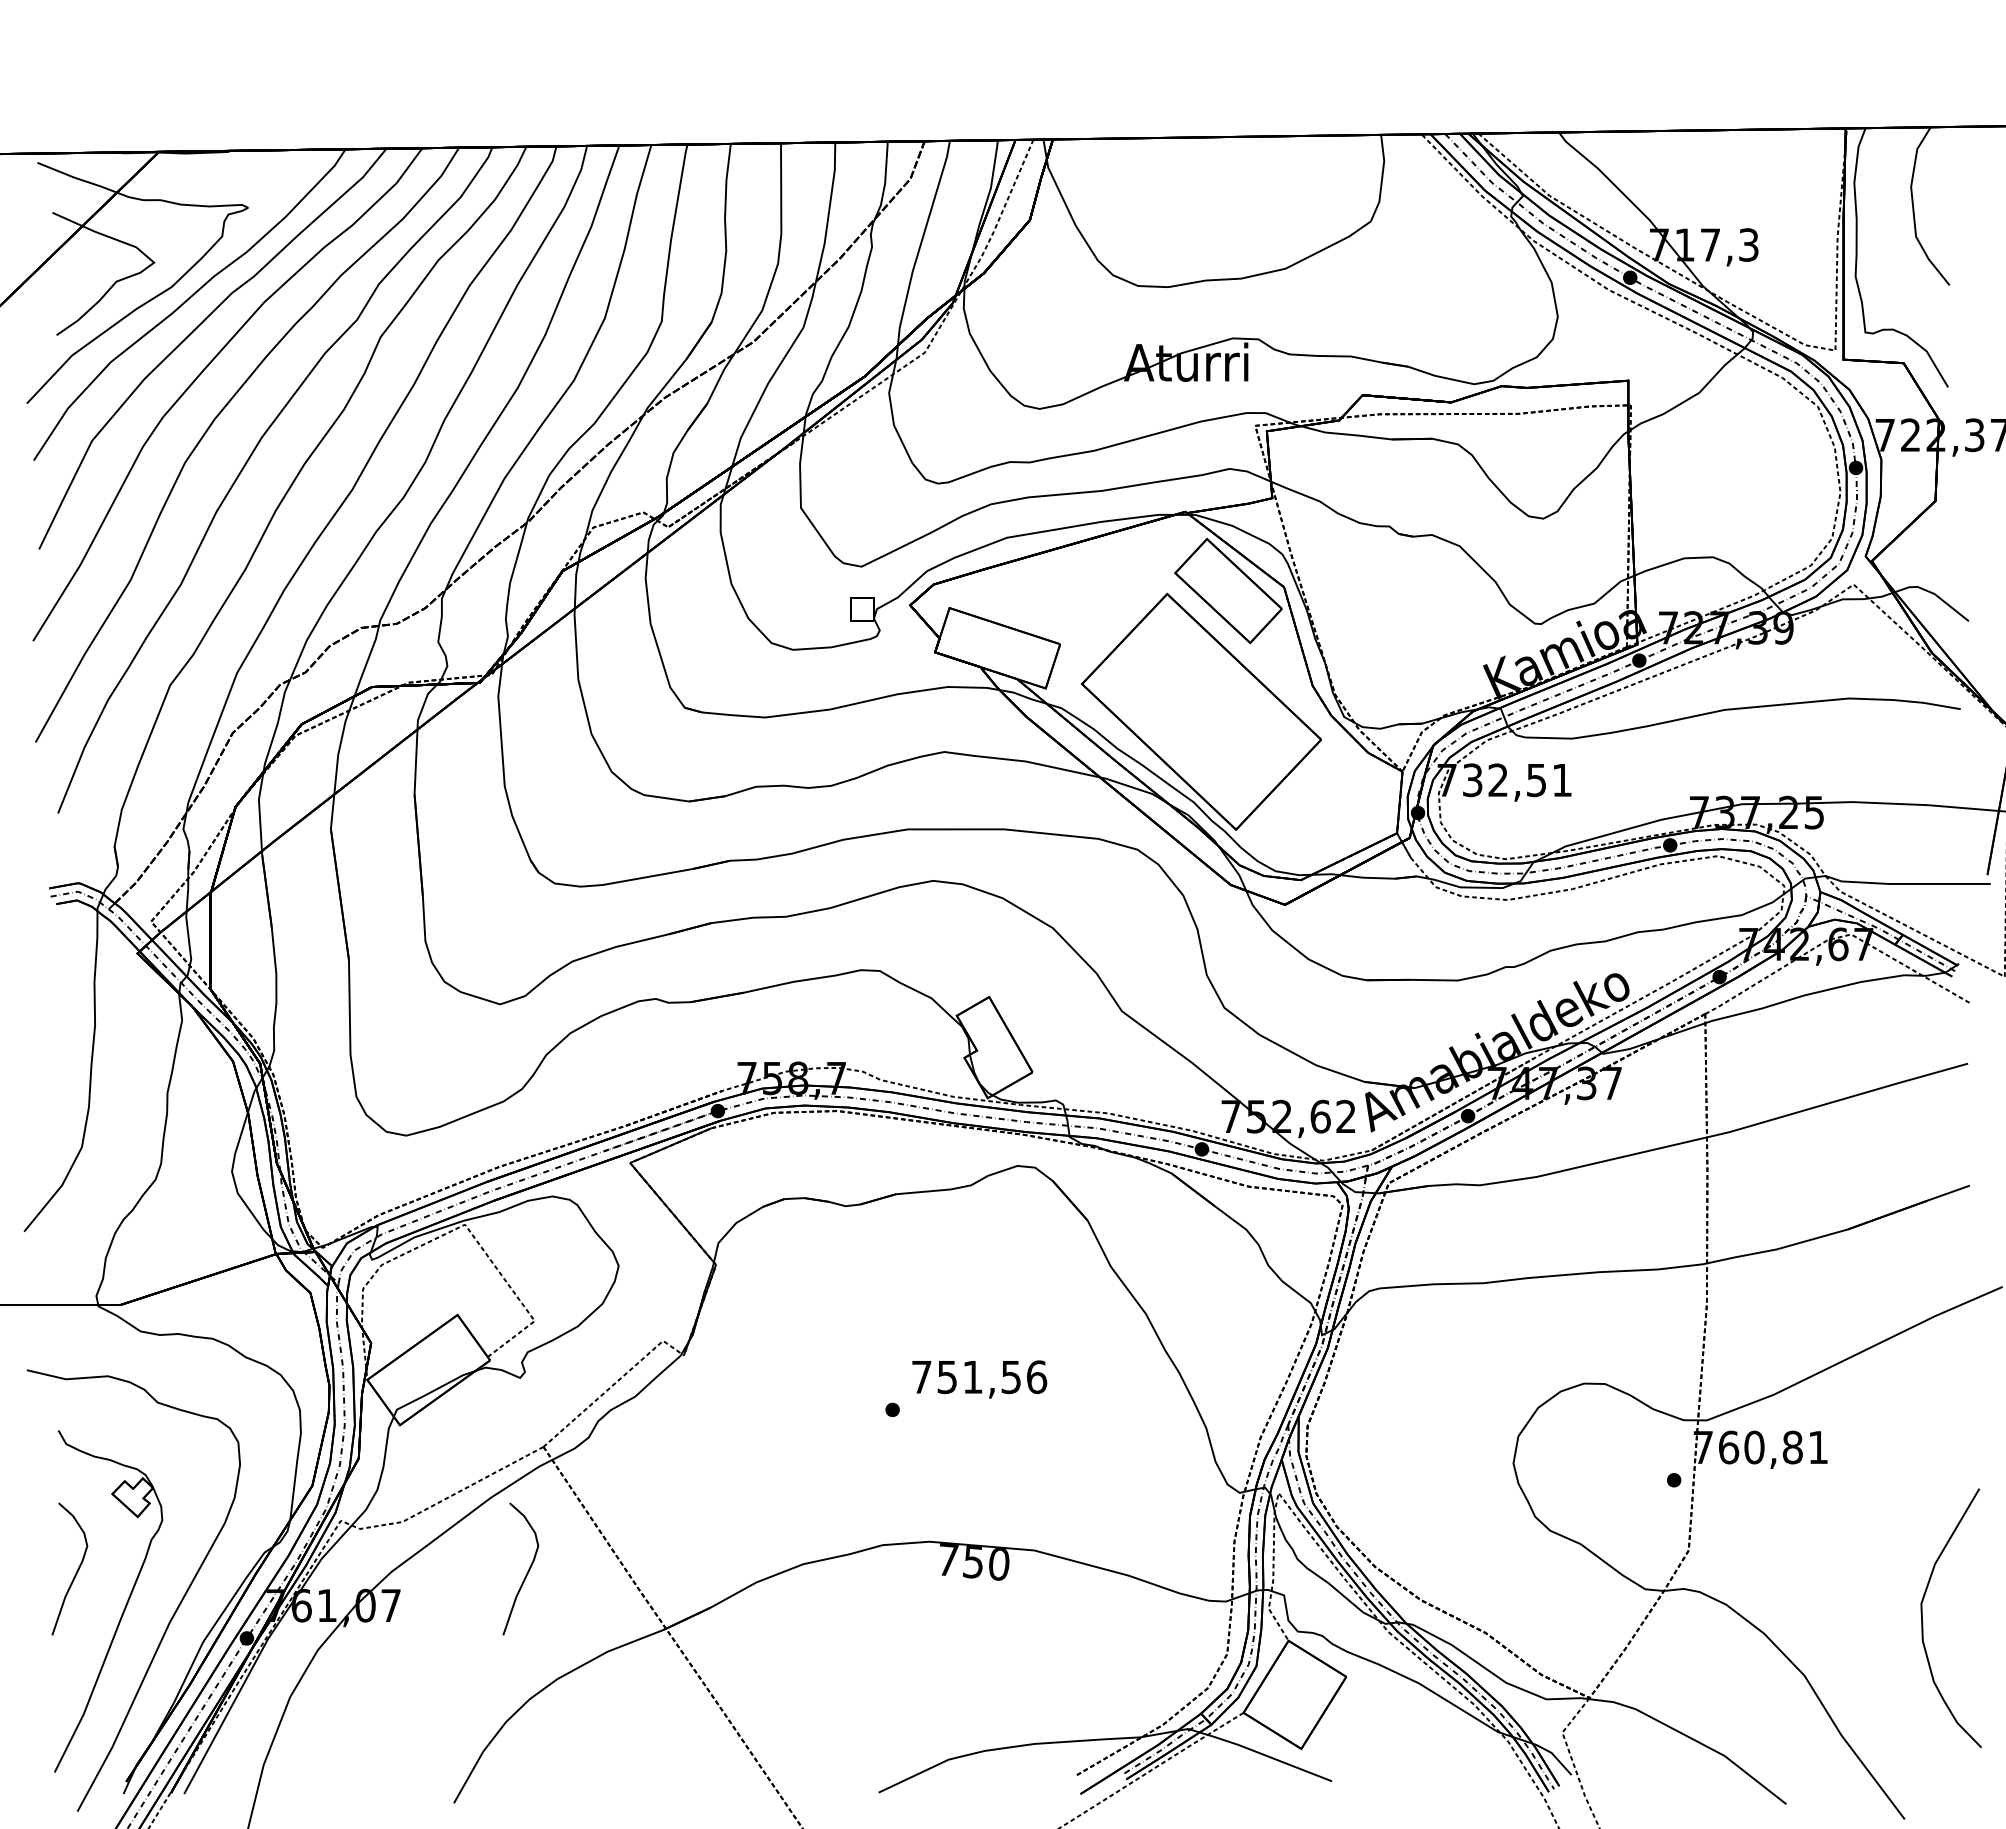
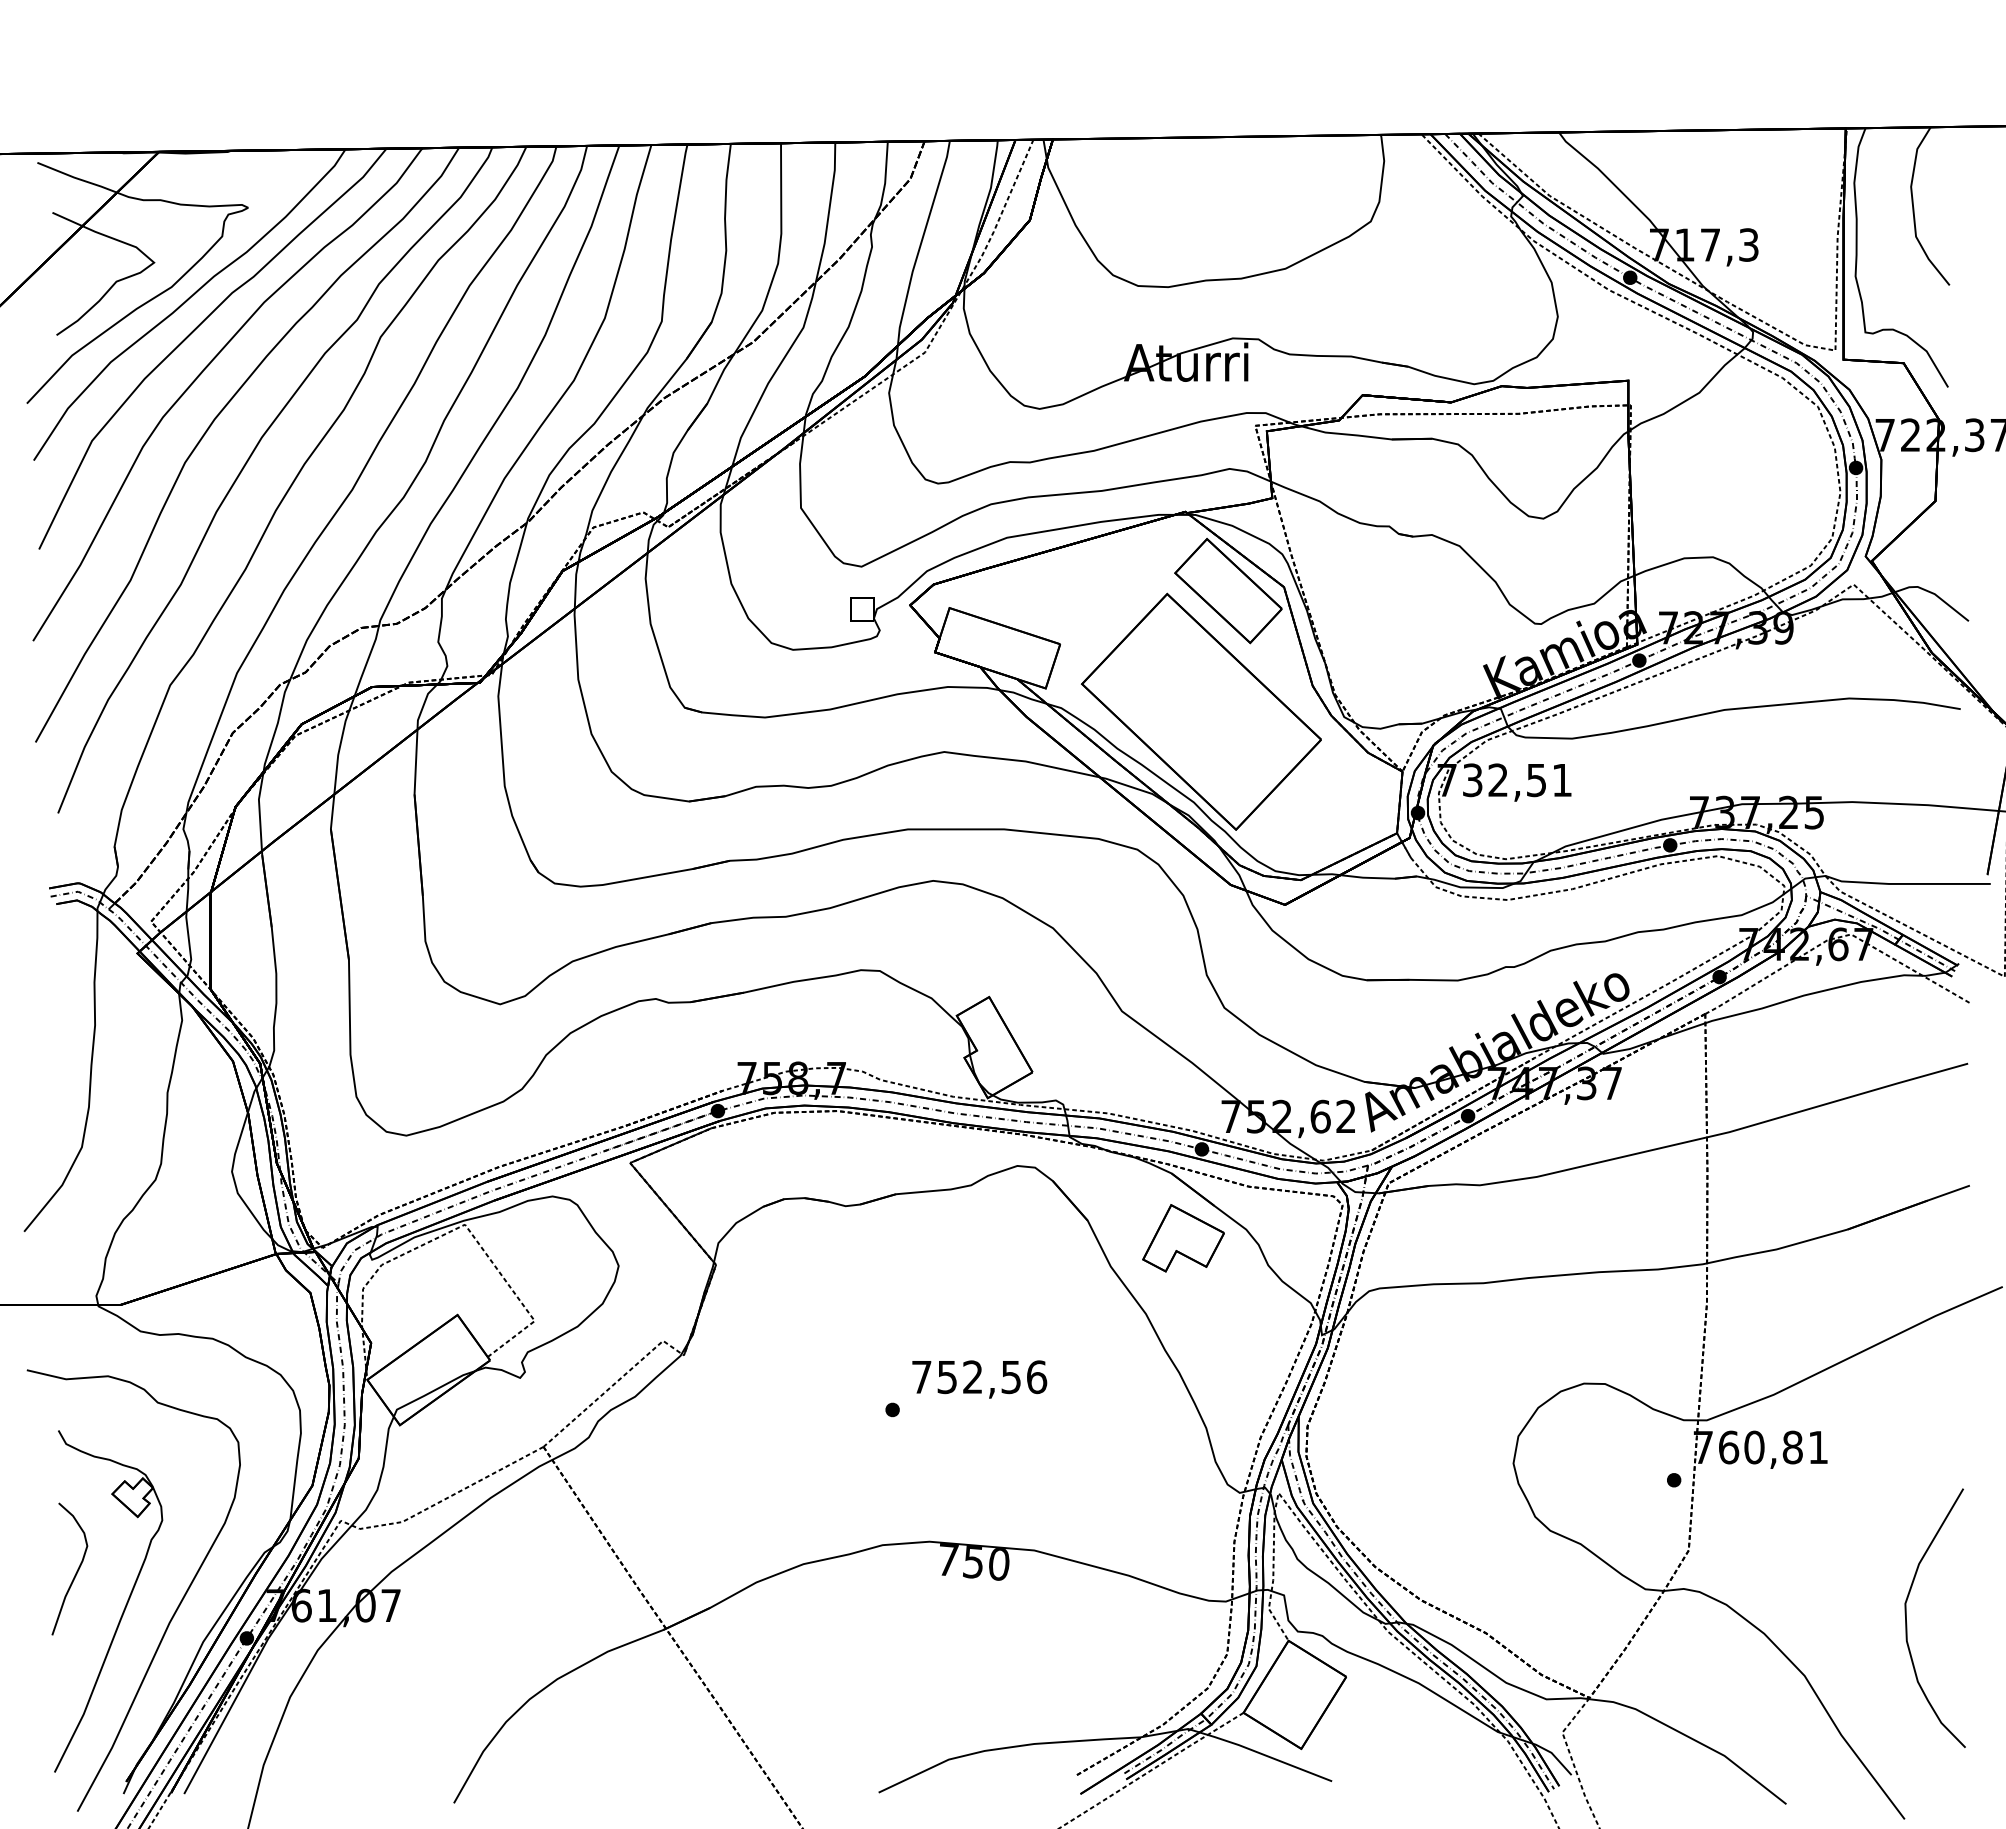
part at (1183, 1238): none -> present
text at (972, 1376): 751,56 -> 752,56
curve at (527, 1571): present -> none
curve at (1923, 1623) position: (1923, 1623) -> (1907, 1623)
